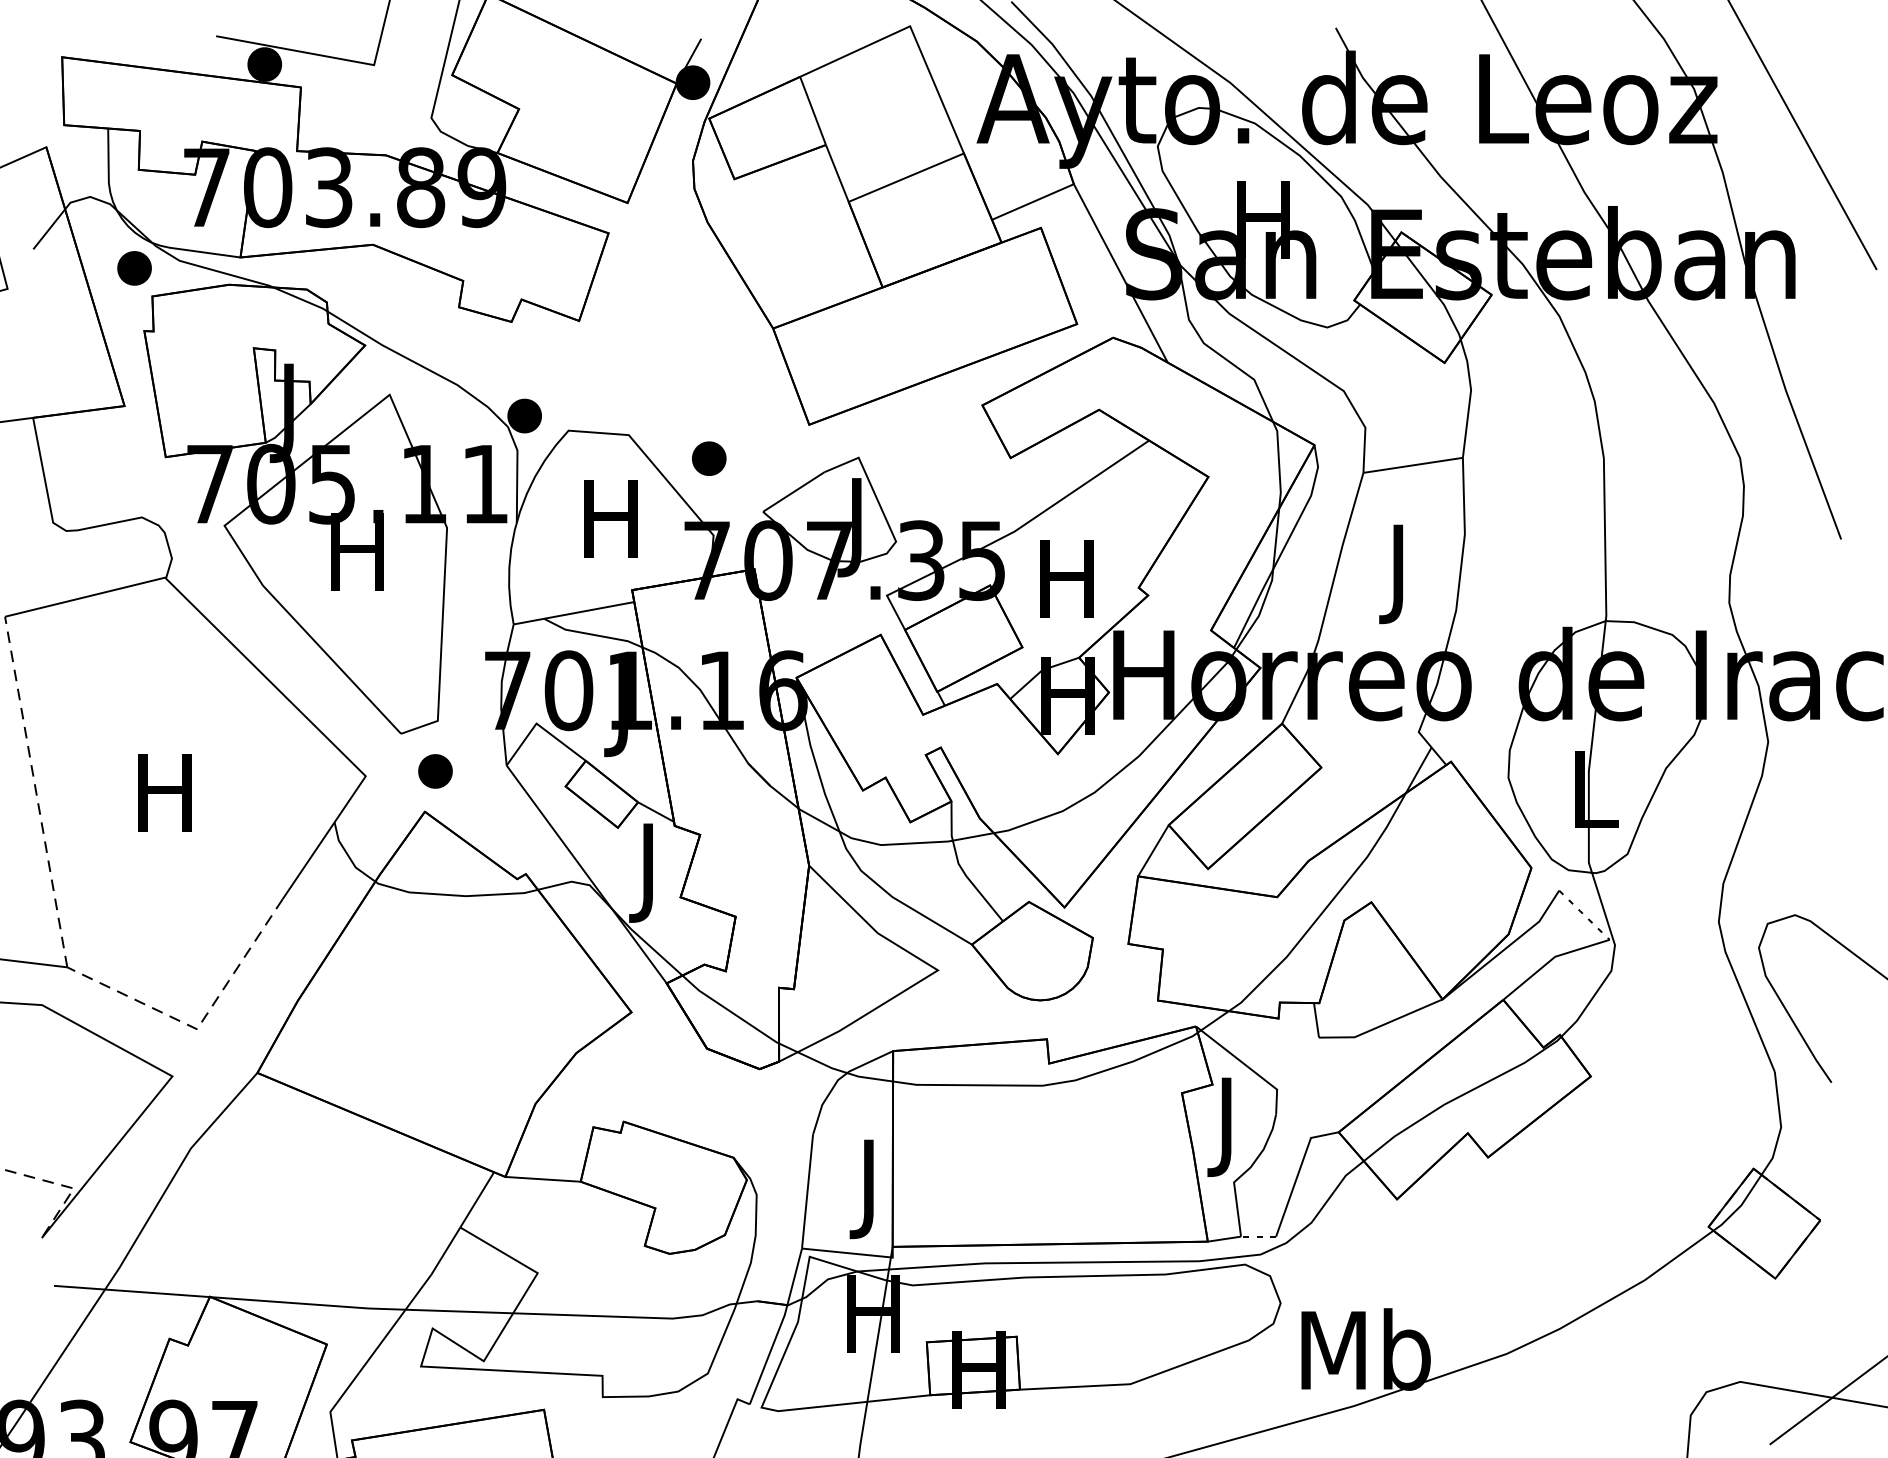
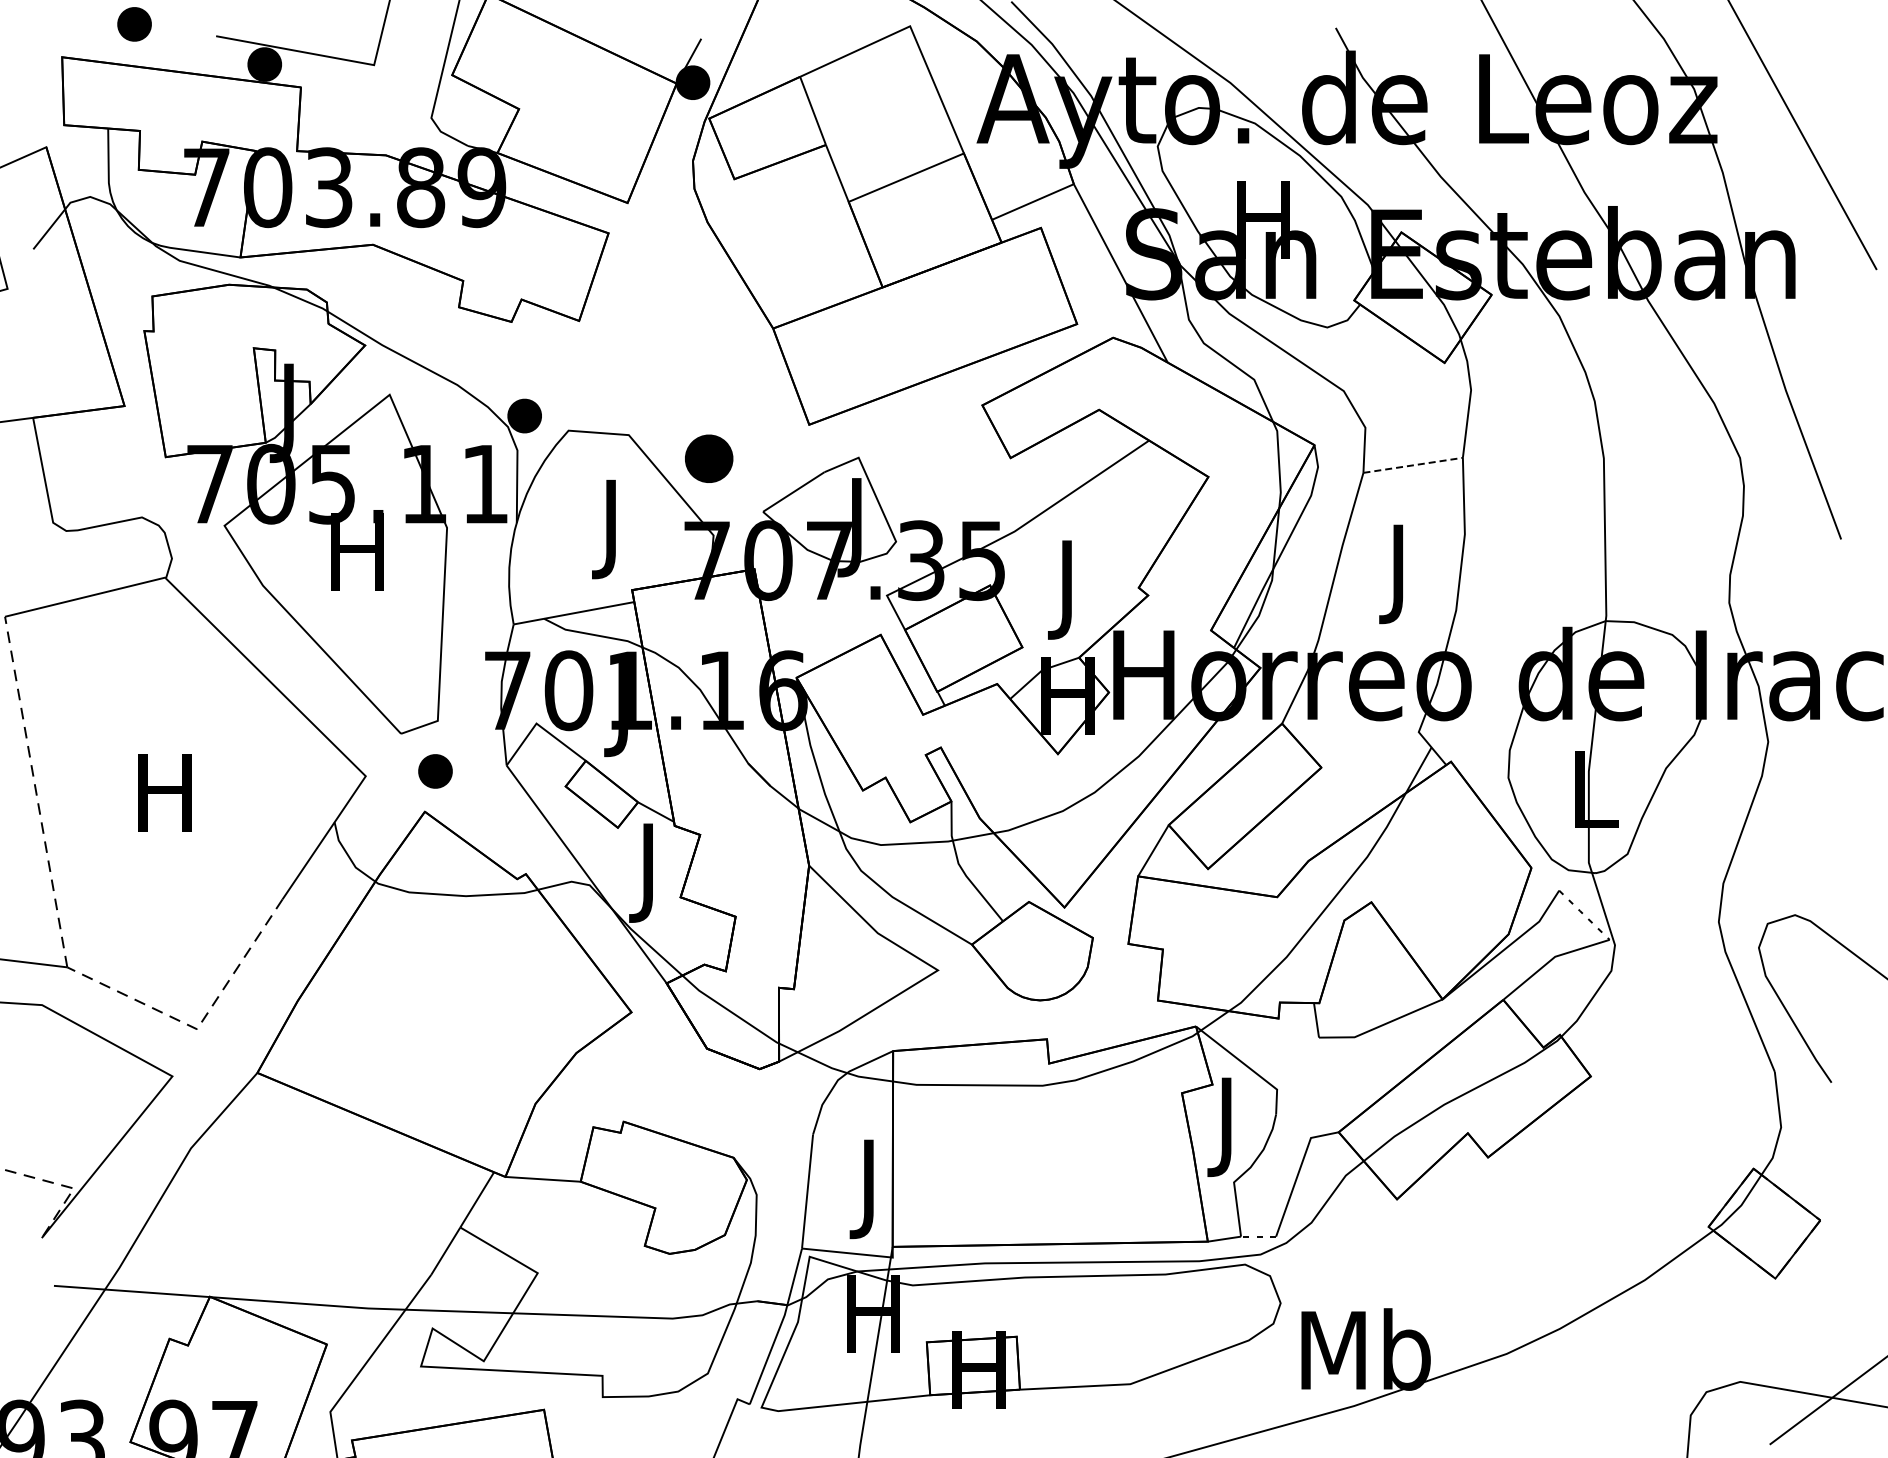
part at (134, 268) position: (134, 268) -> (134, 24)
part at (709, 458) size: 35x35 px -> 49x49 px
line at (1413, 465): solid -> dashed
text at (610, 529): H -> J
text at (1066, 589): H -> J
